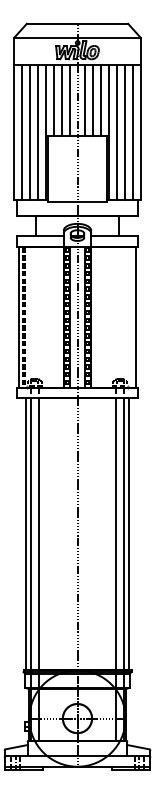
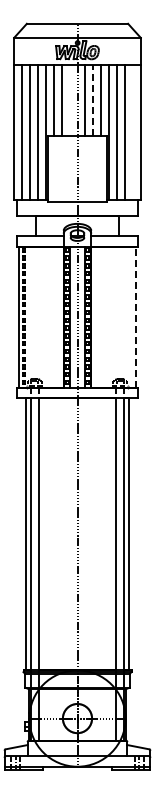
line at (93, 99): solid -> dashed
line at (69, 100): present -> none
line at (132, 132): present -> none
line at (135, 317): solid -> dashed
